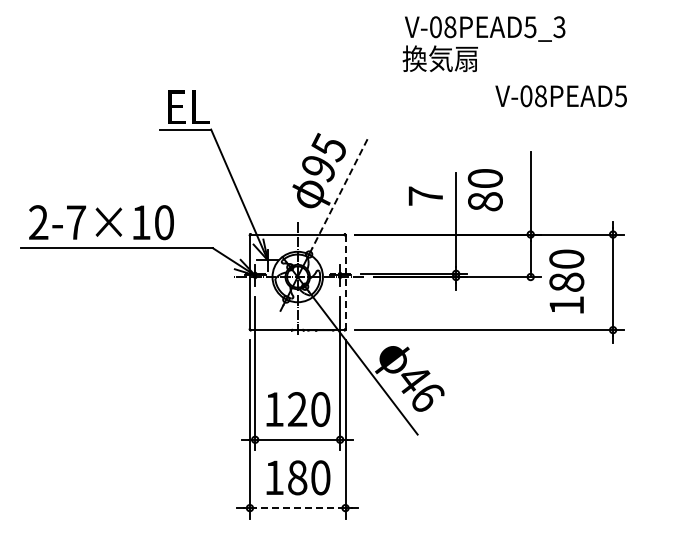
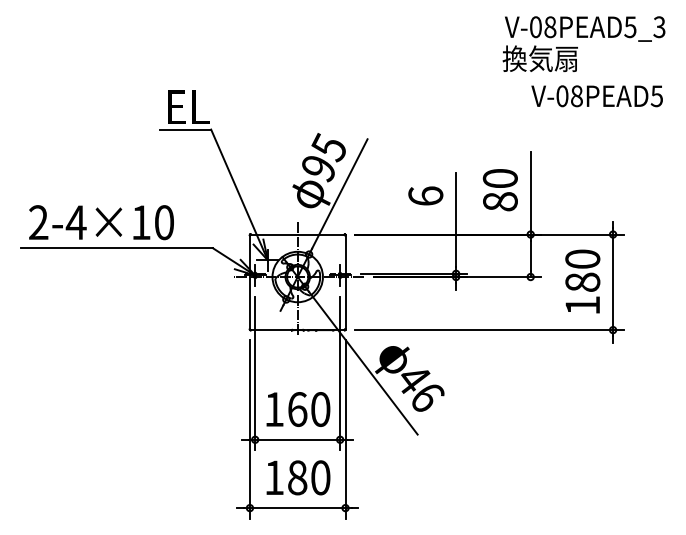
text at (483, 43) position: (483, 43) -> (583, 43)
text at (560, 96) position: (560, 96) -> (596, 96)
text at (484, 190) position: (484, 190) -> (499, 190)
line at (339, 194): dashed -> solid
text at (425, 195): 7 -> 6
text at (75, 222): 2-7×10 -> 2-4×10
text at (566, 281) position: (566, 281) -> (582, 281)
line at (345, 282): dashed -> solid
text at (297, 409): 120 -> 160
line at (297, 508): dashed -> solid
